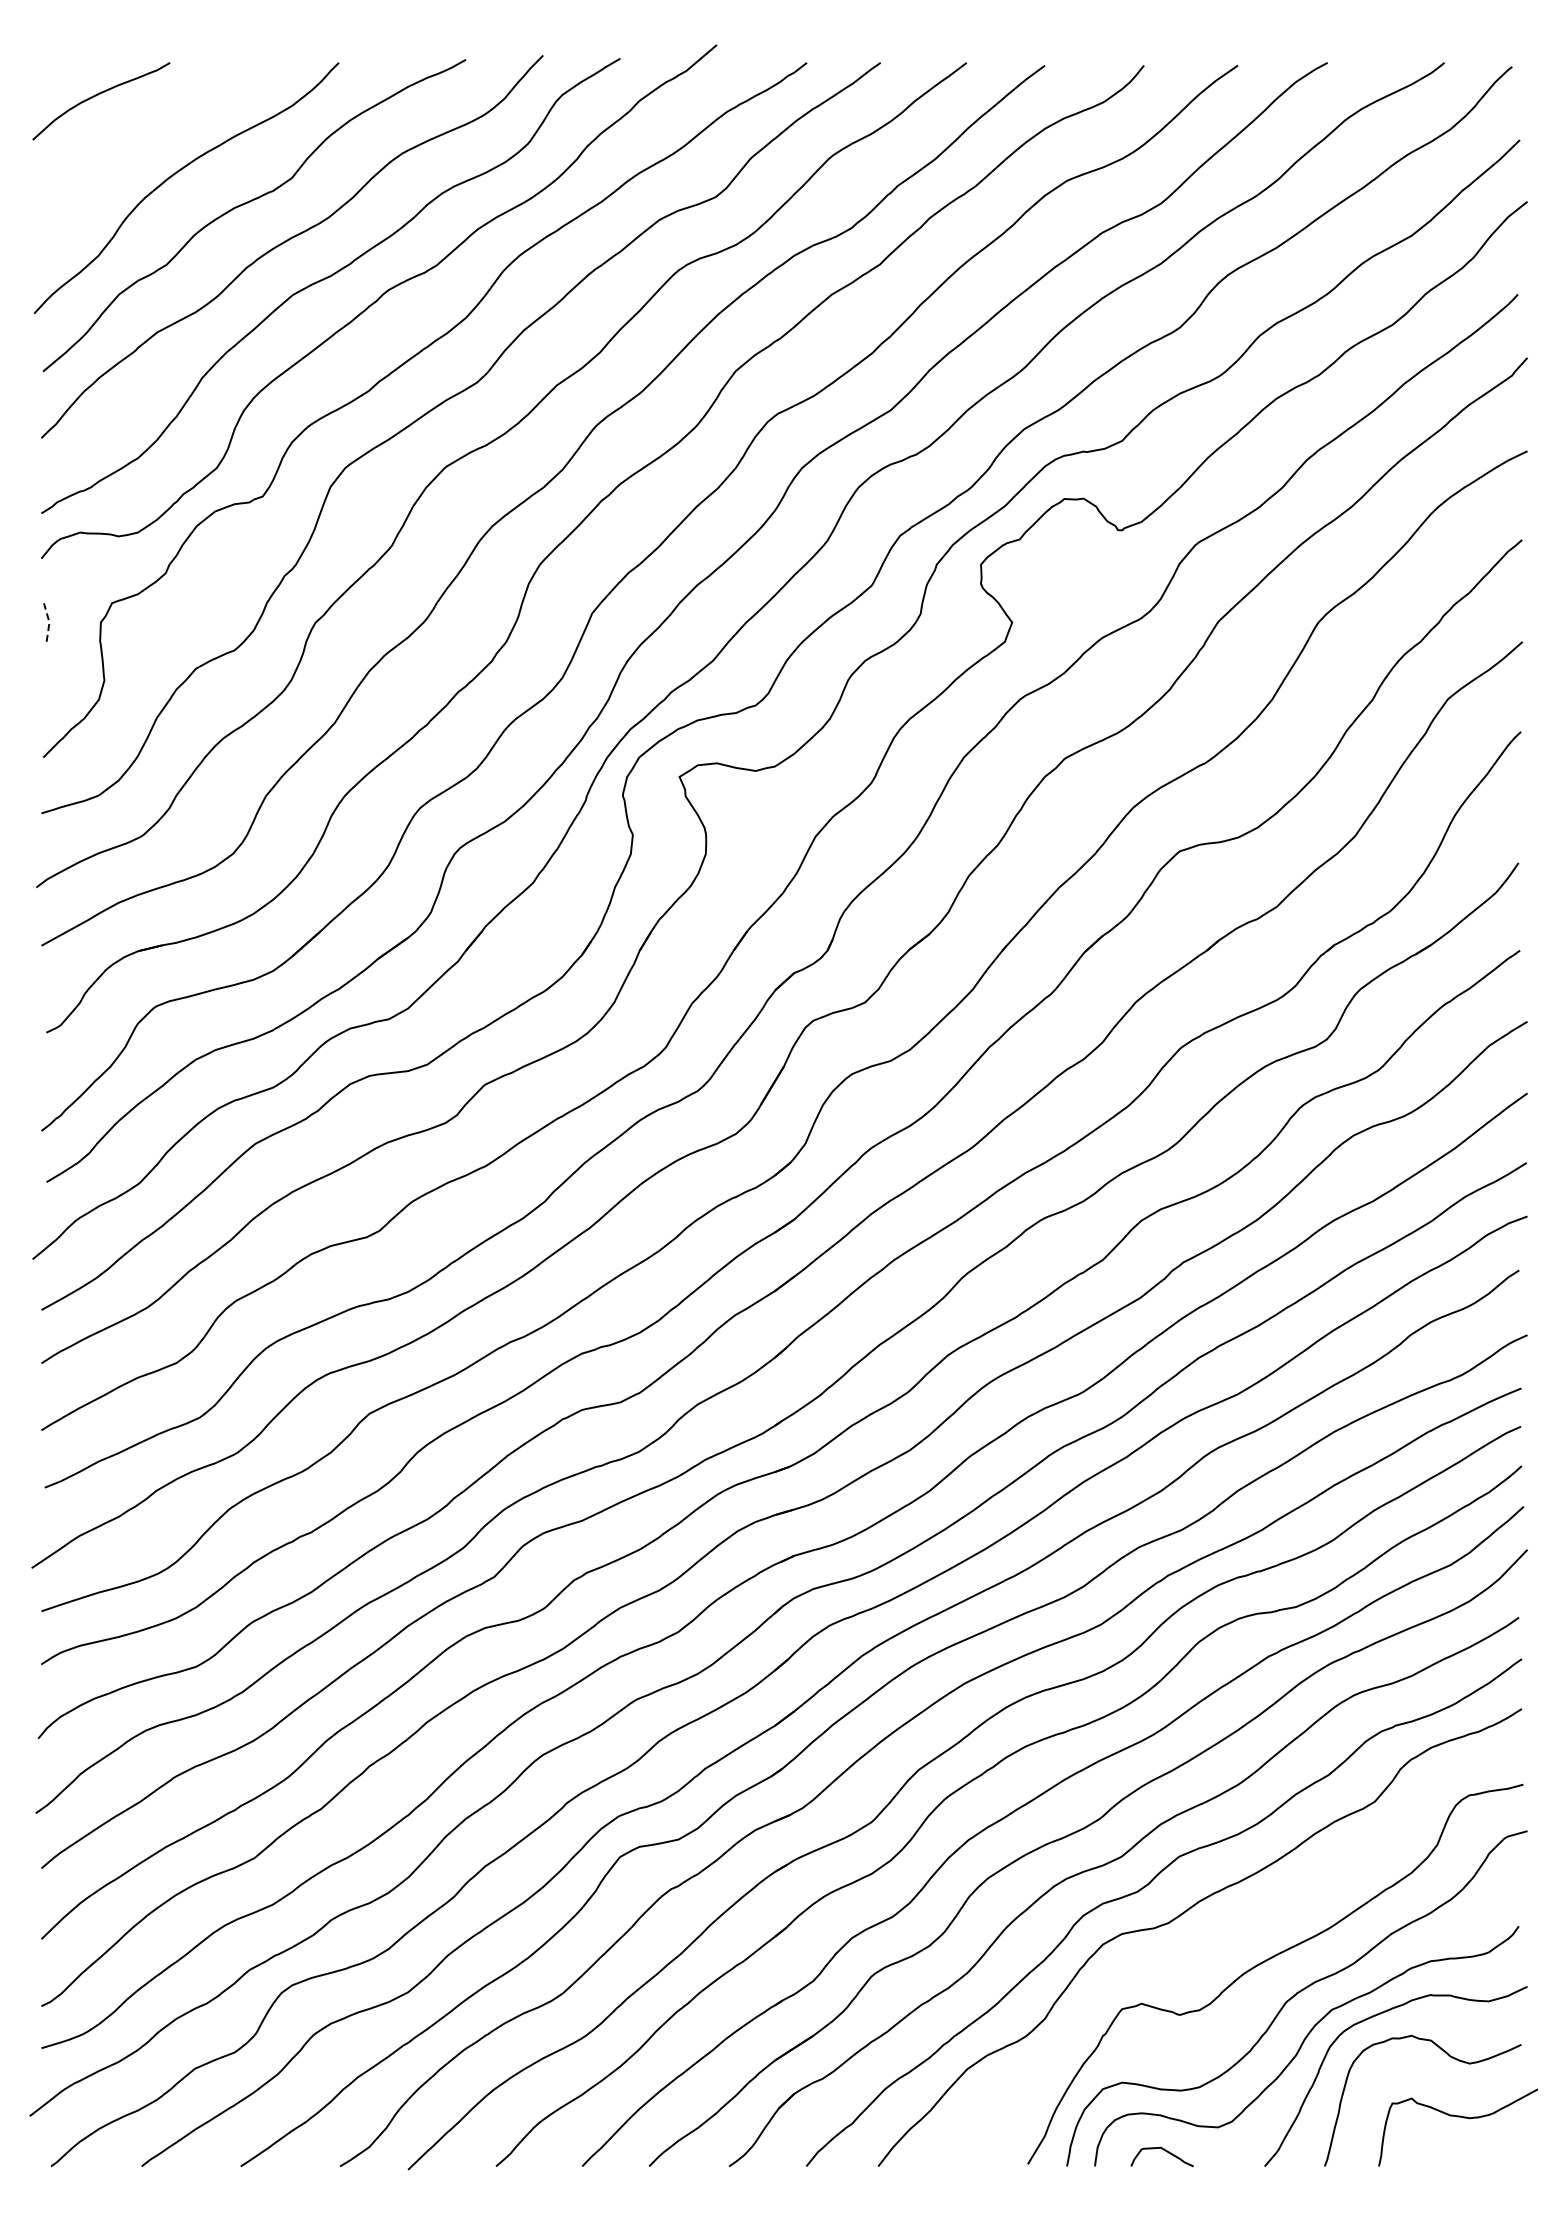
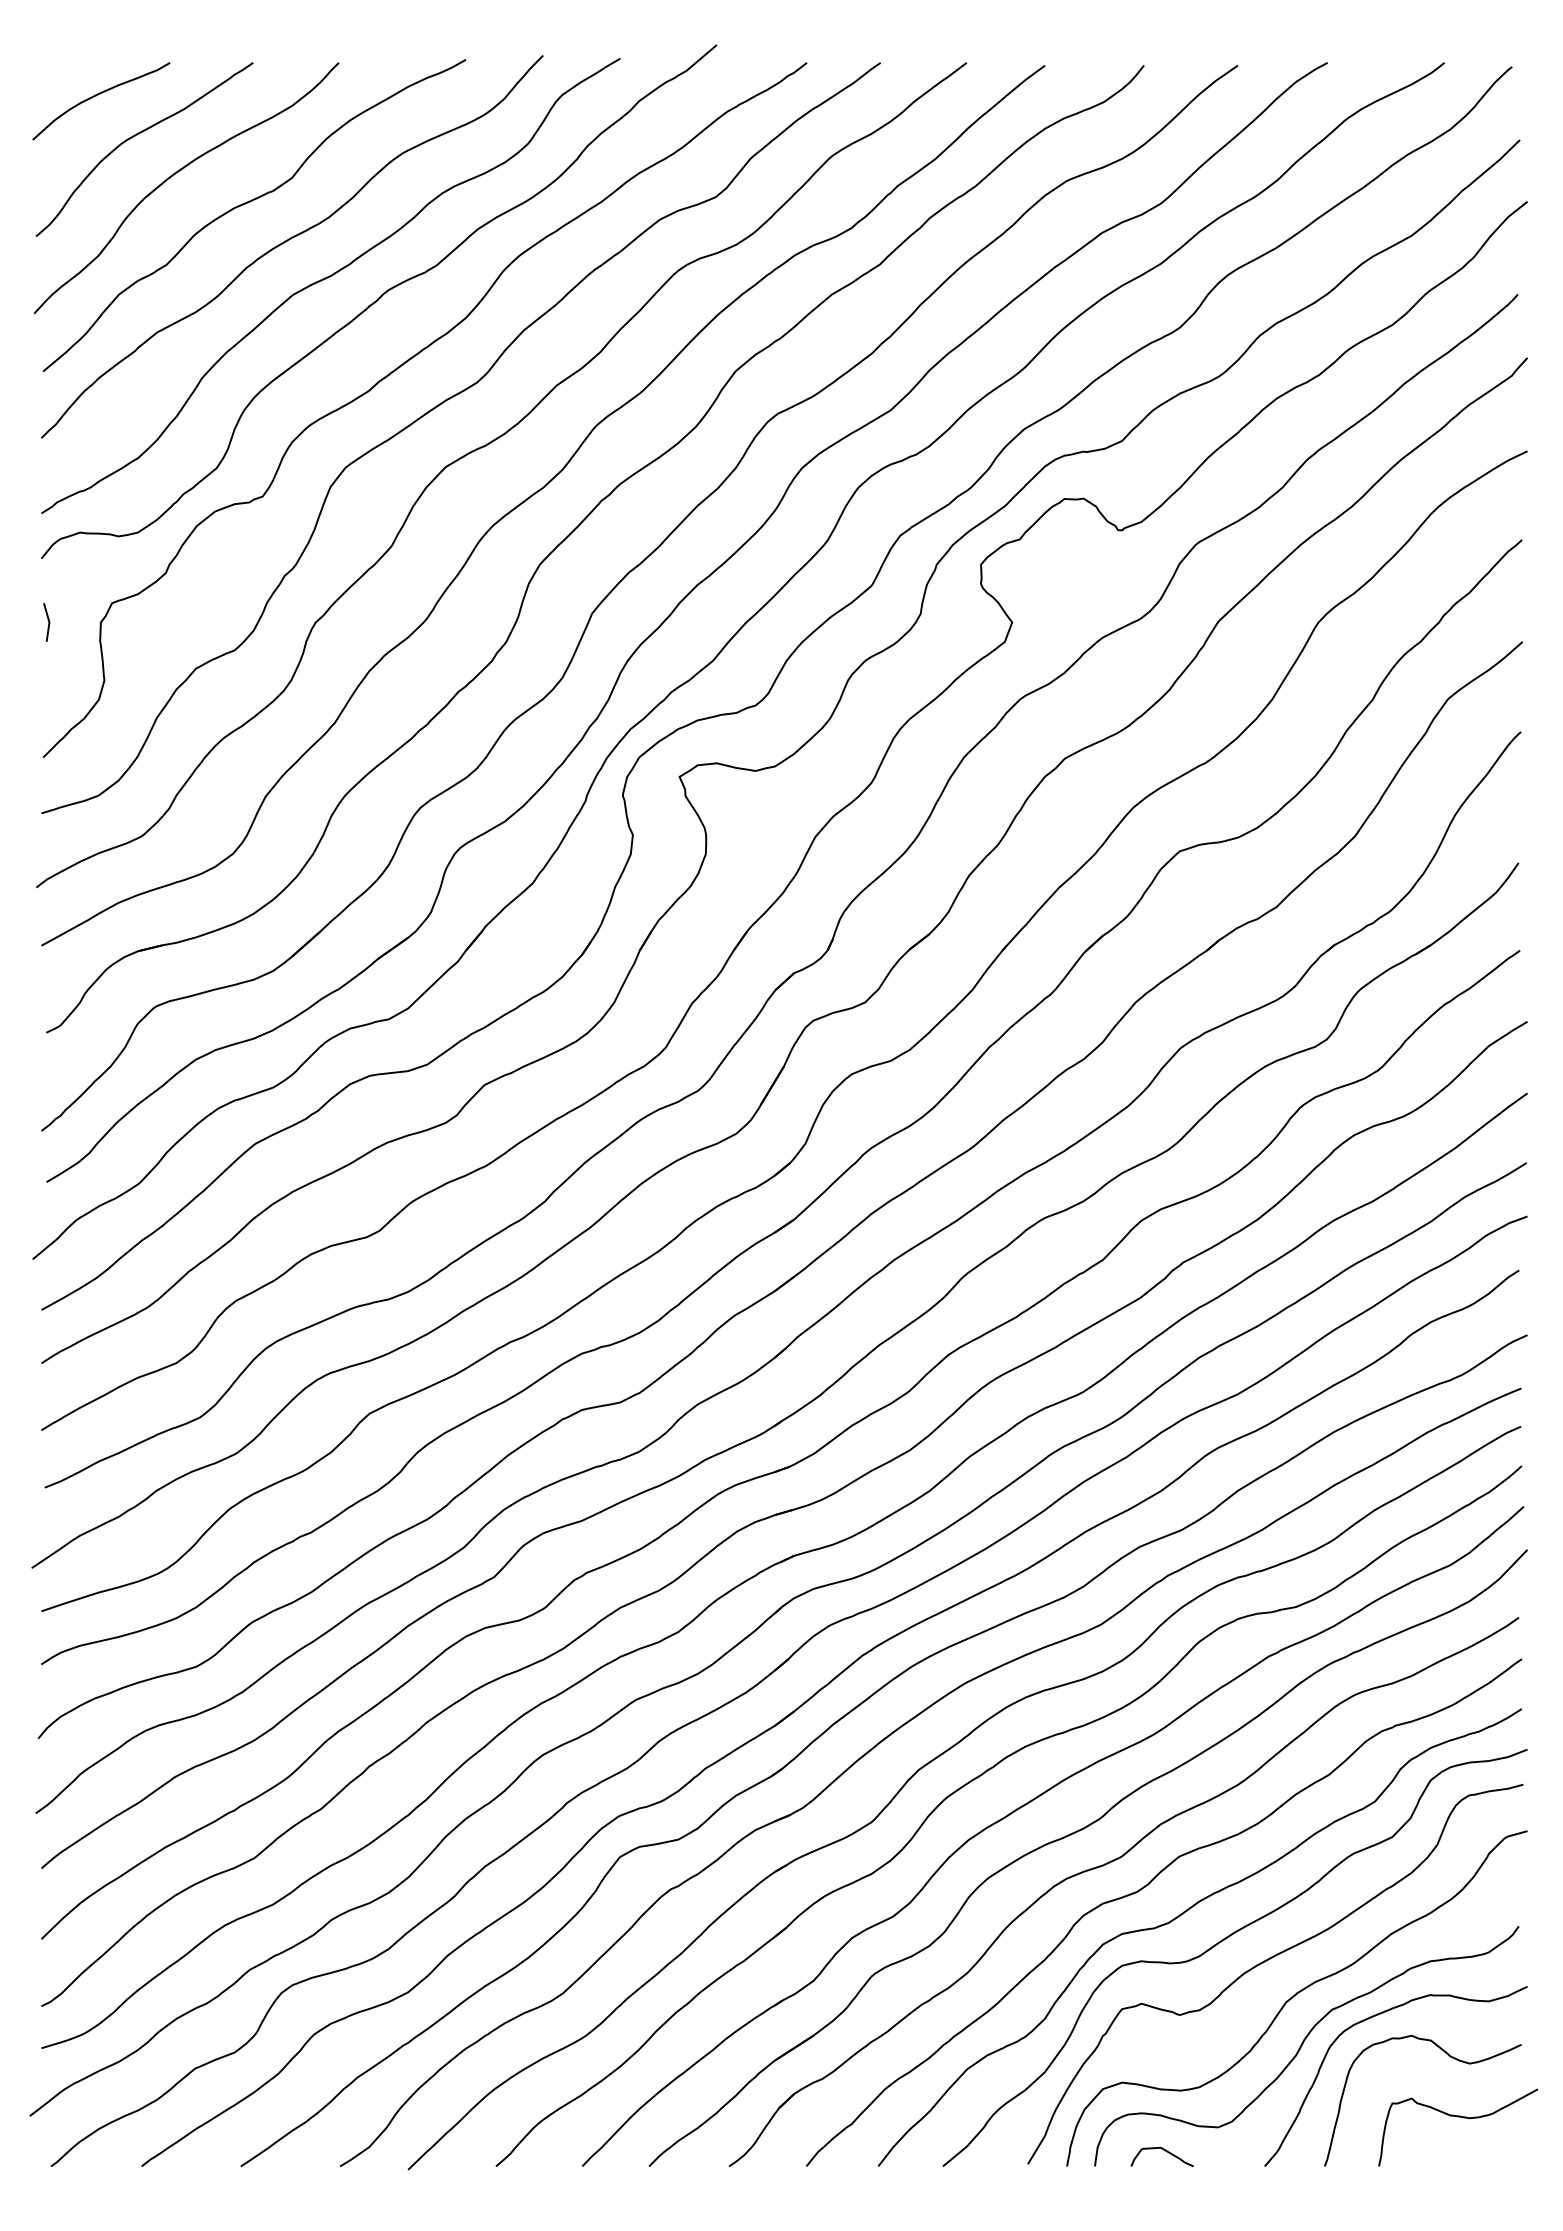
curve at (137, 135): none -> present
line at (49, 622): dashed -> solid
curve at (1224, 1940): none -> present
